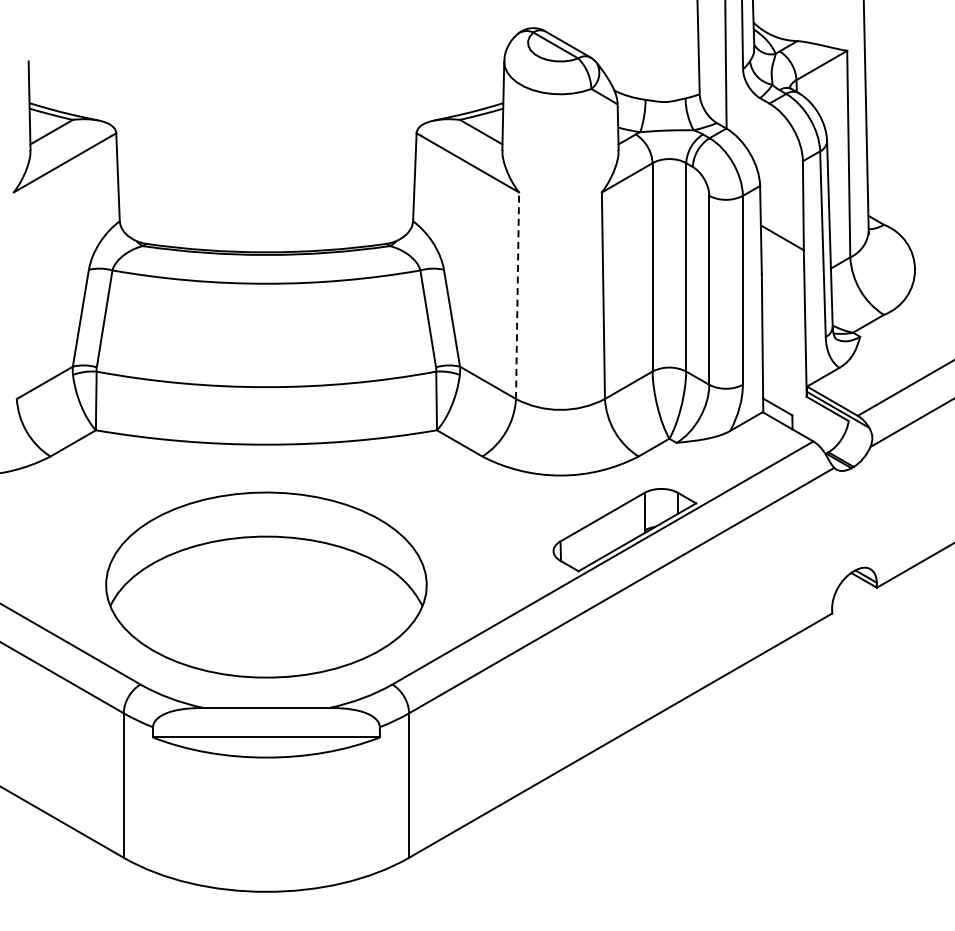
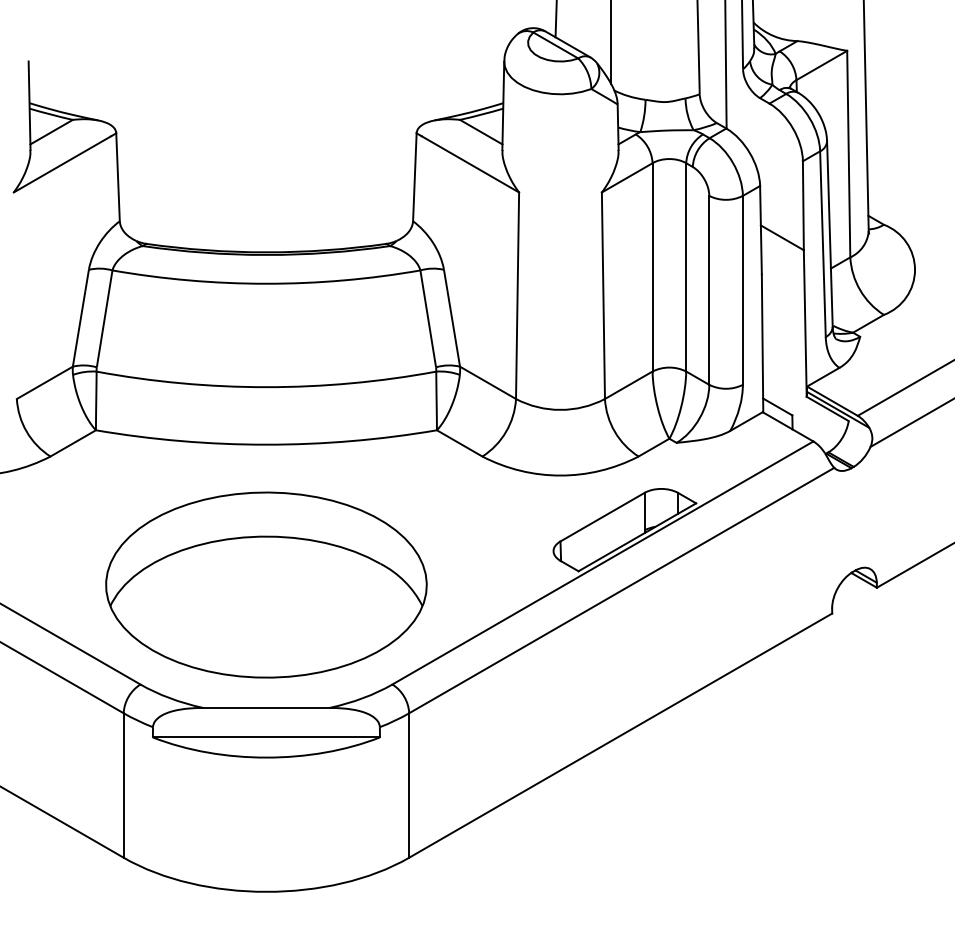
line at (555, 19): none -> present
line at (610, 42): none -> present
line at (517, 295): dashed -> solid
